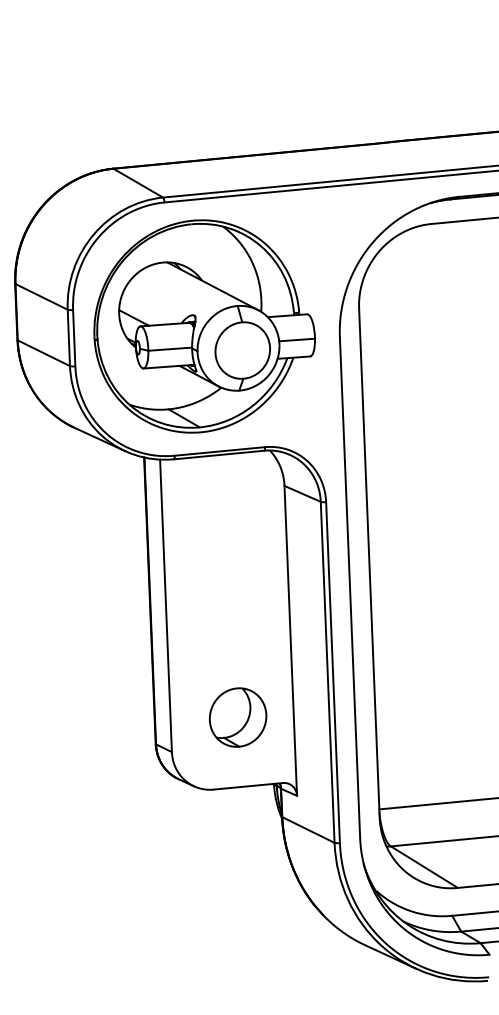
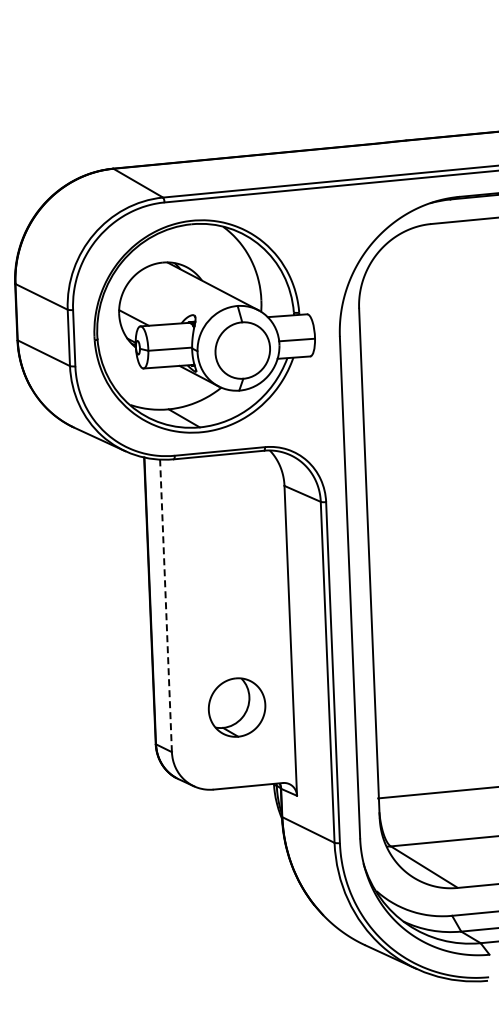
line at (165, 605): solid -> dashed
part at (237, 717) position: (237, 717) -> (236, 707)
line at (437, 803) position: (437, 803) -> (436, 792)
